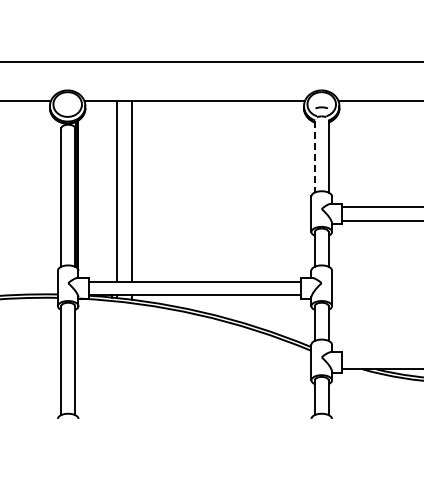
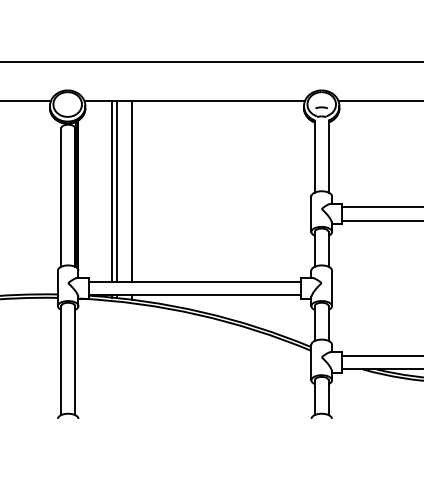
line at (314, 156): dashed -> solid
line at (111, 191): none -> present
line at (381, 355): none -> present
